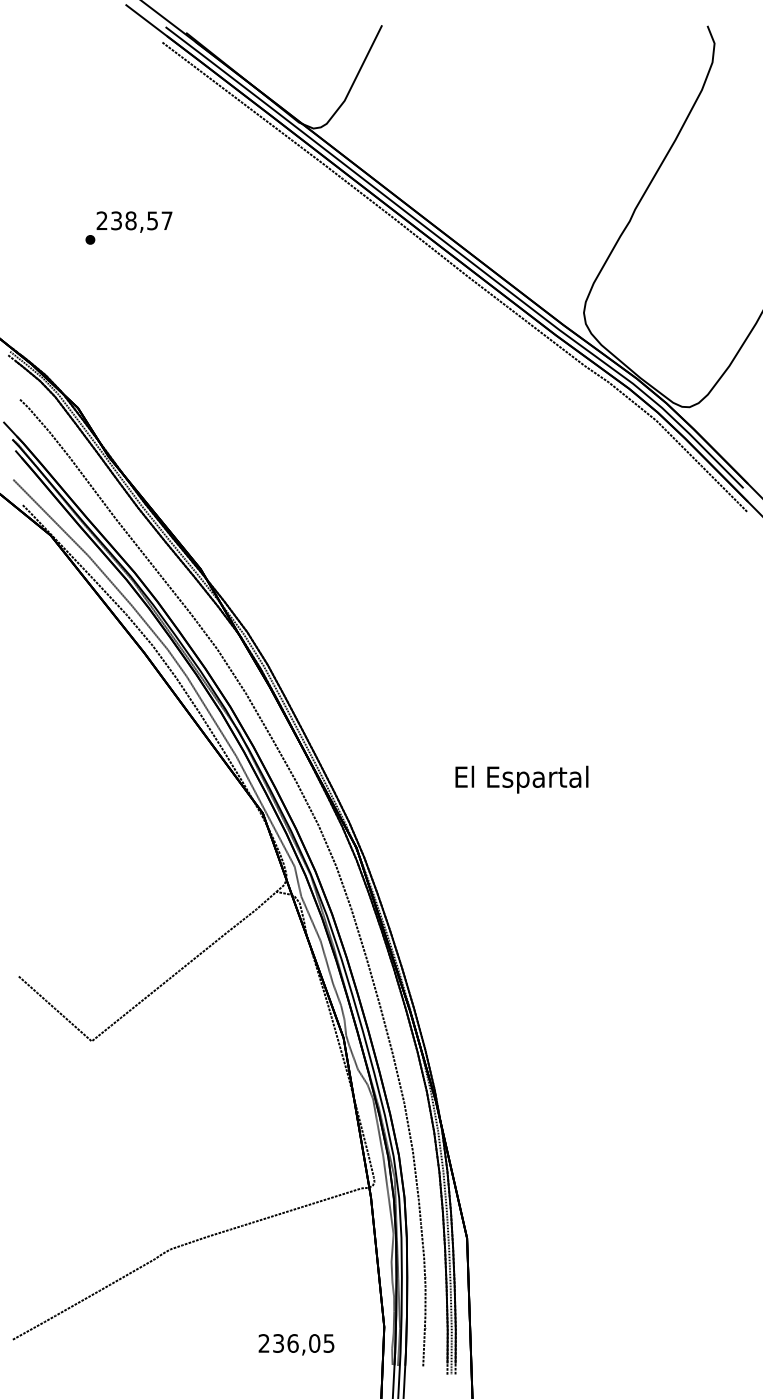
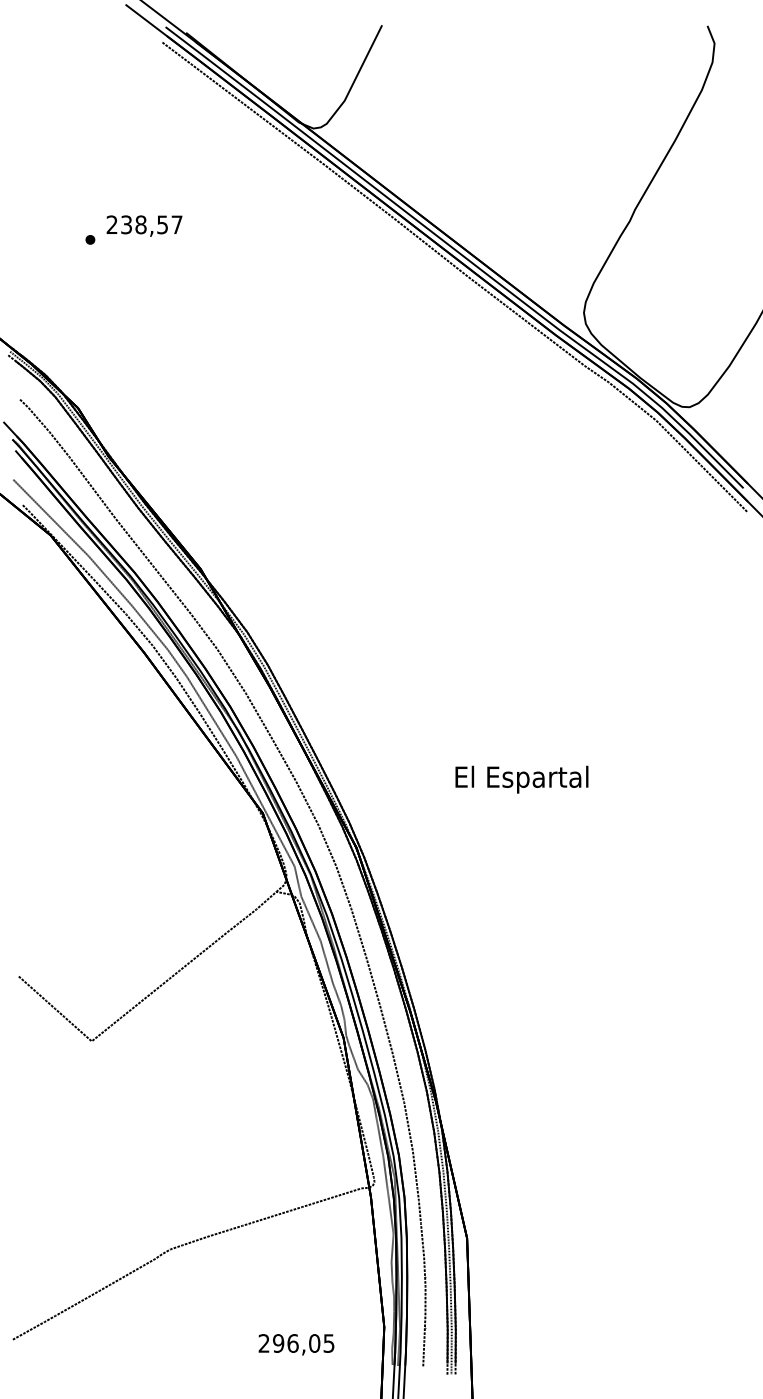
text at (134, 221) position: (134, 221) -> (144, 225)
text at (278, 1343): 236,05 -> 296,05
